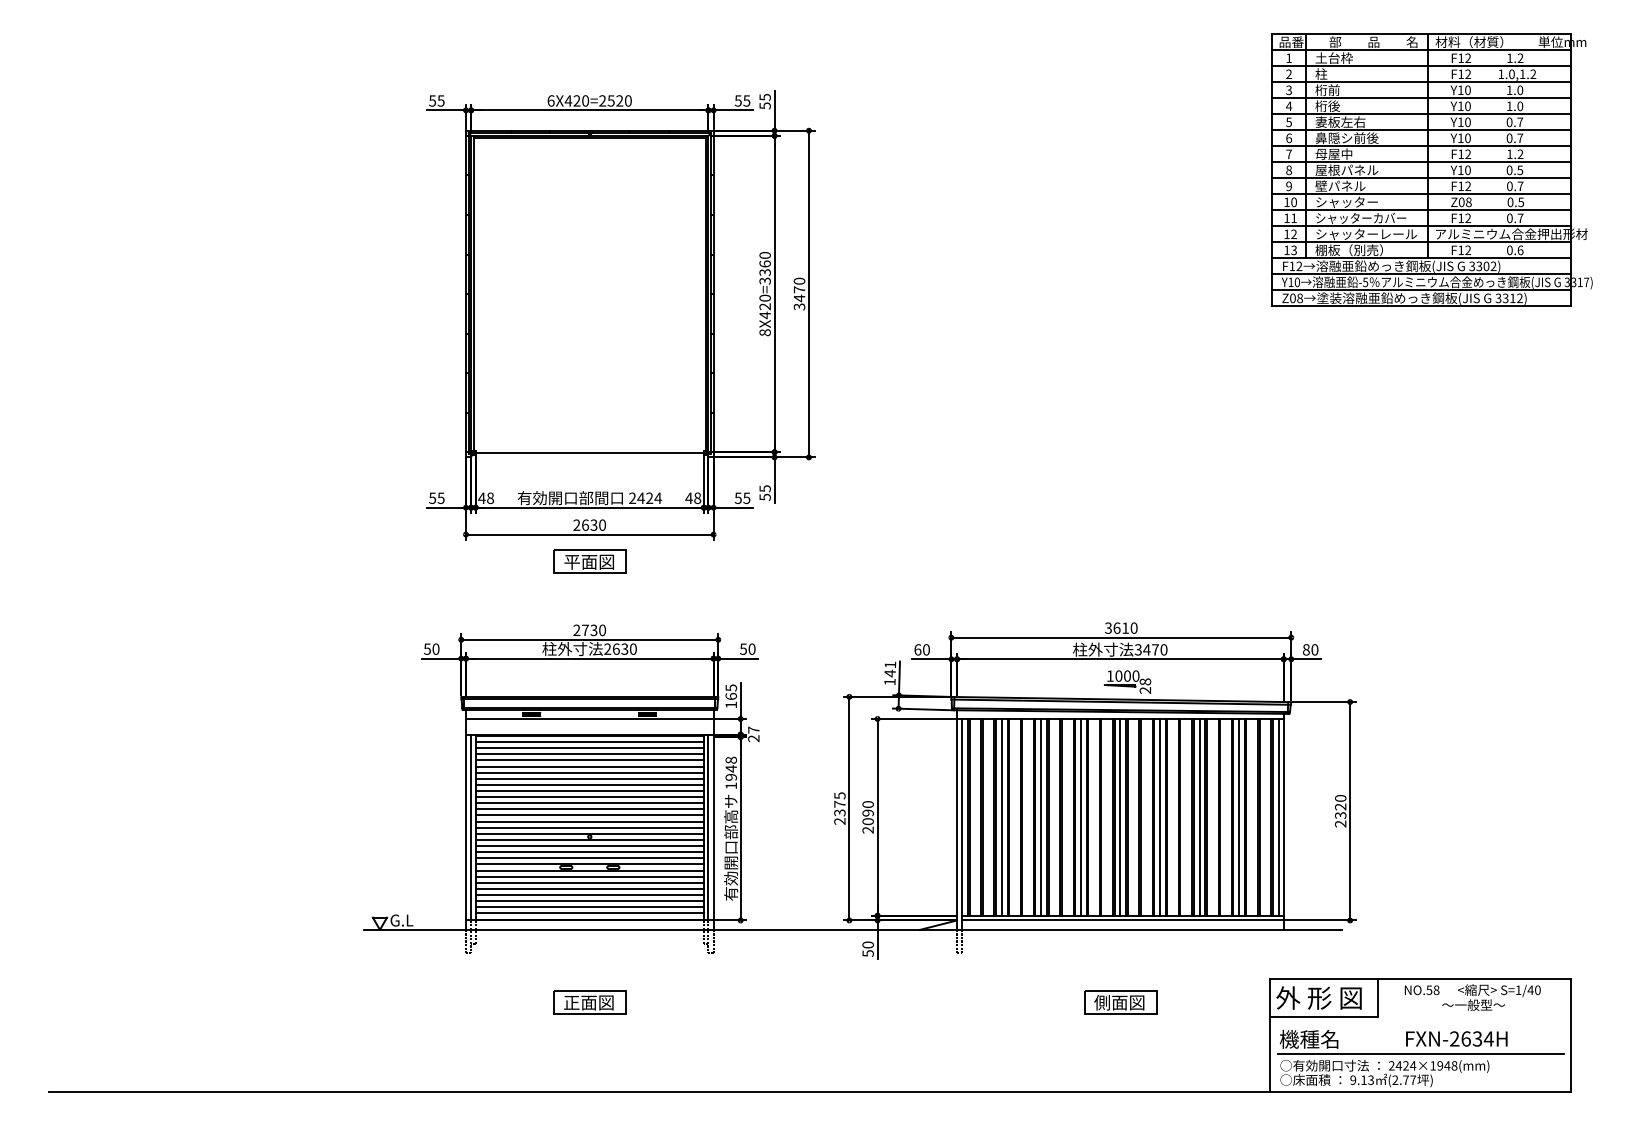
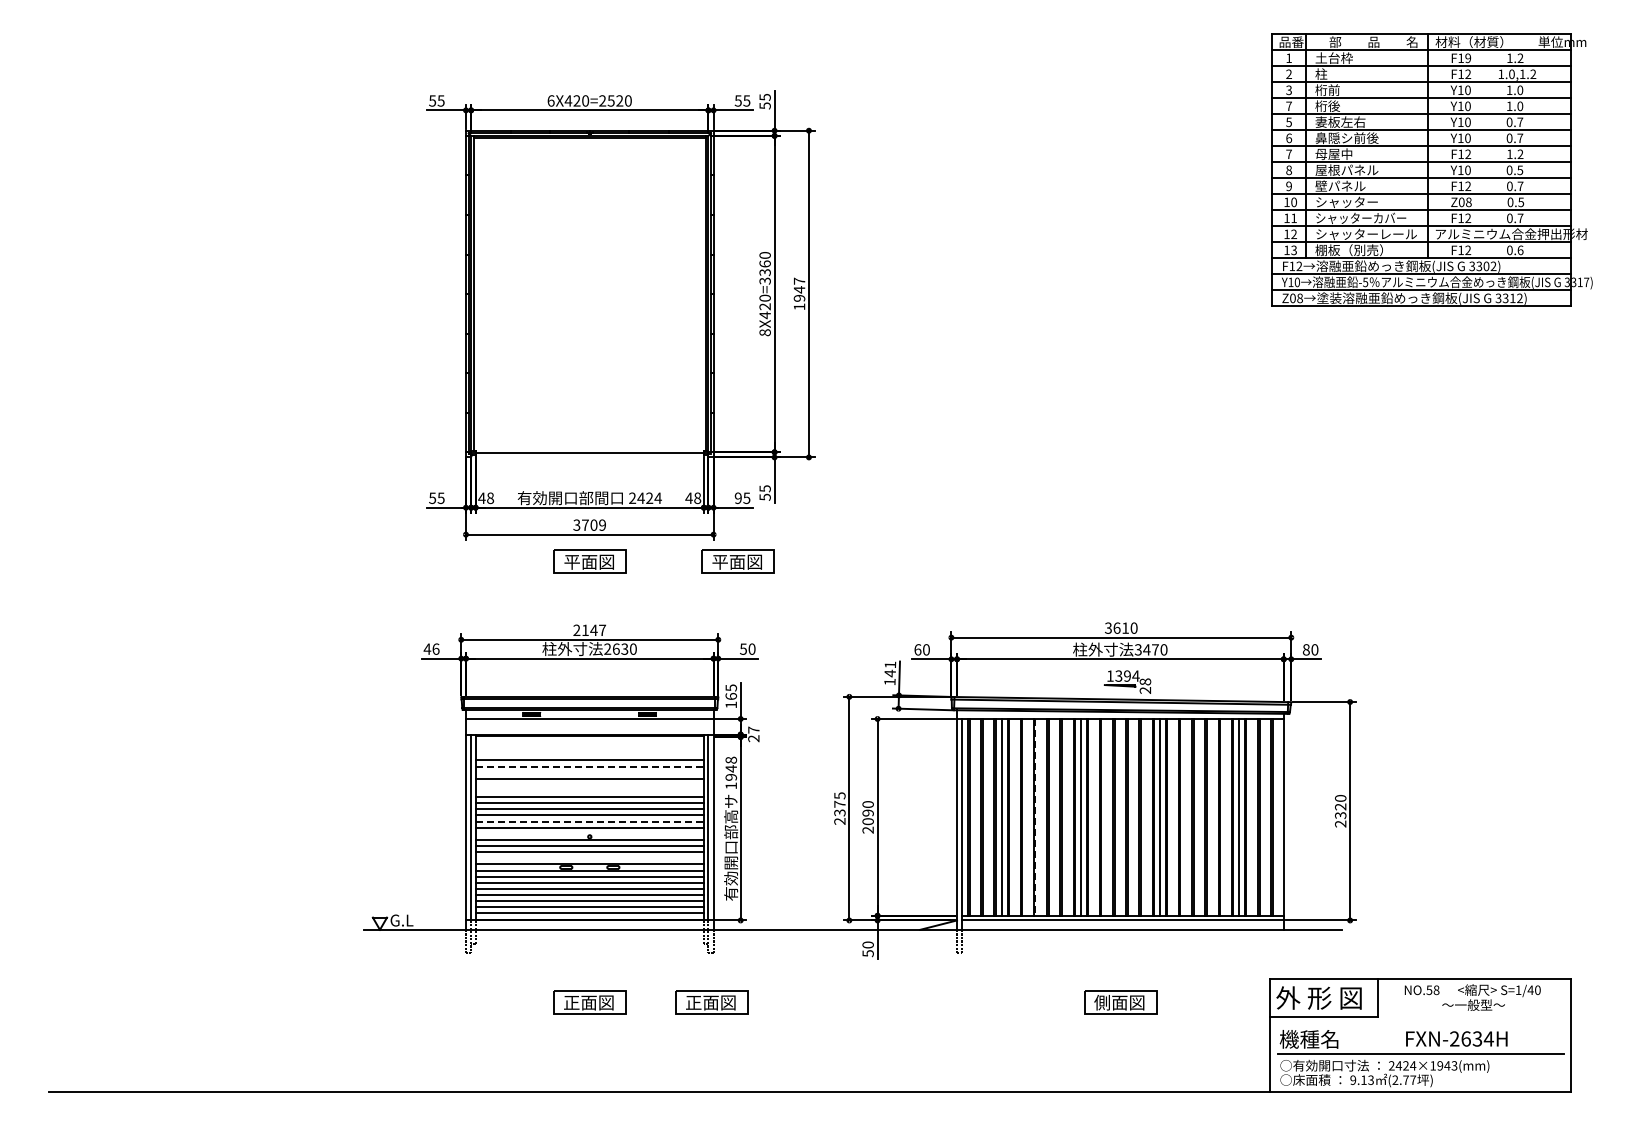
text at (1468, 58): F12 -> F19
text at (1289, 105): 4 -> 7
text at (799, 293): 3470 -> 1947
text at (737, 497): 55 -> 95
text at (589, 524): 2630 -> 3709
part at (737, 561): none -> present
text at (594, 630): 2730 -> 2147
text at (431, 648): 50 -> 46
text at (1127, 675): 1000 -> 1394
line at (589, 742): present -> none
line at (589, 748): present -> none
line at (589, 754): present -> none
line at (590, 766): solid -> dashed
line at (589, 772): present -> none
line at (589, 784): present -> none
line at (589, 791): present -> none
line at (1041, 816): present -> none
line at (1120, 816): present -> none
line at (1199, 816): present -> none
line at (1278, 816): present -> none
line at (1035, 817): solid -> dashed
line at (590, 821): solid -> dashed
line at (589, 833): present -> none
line at (589, 858): present -> none
part at (711, 1002): none -> present
text at (1454, 1065): 2424×1948(mm) -> 2424×1943(mm)
